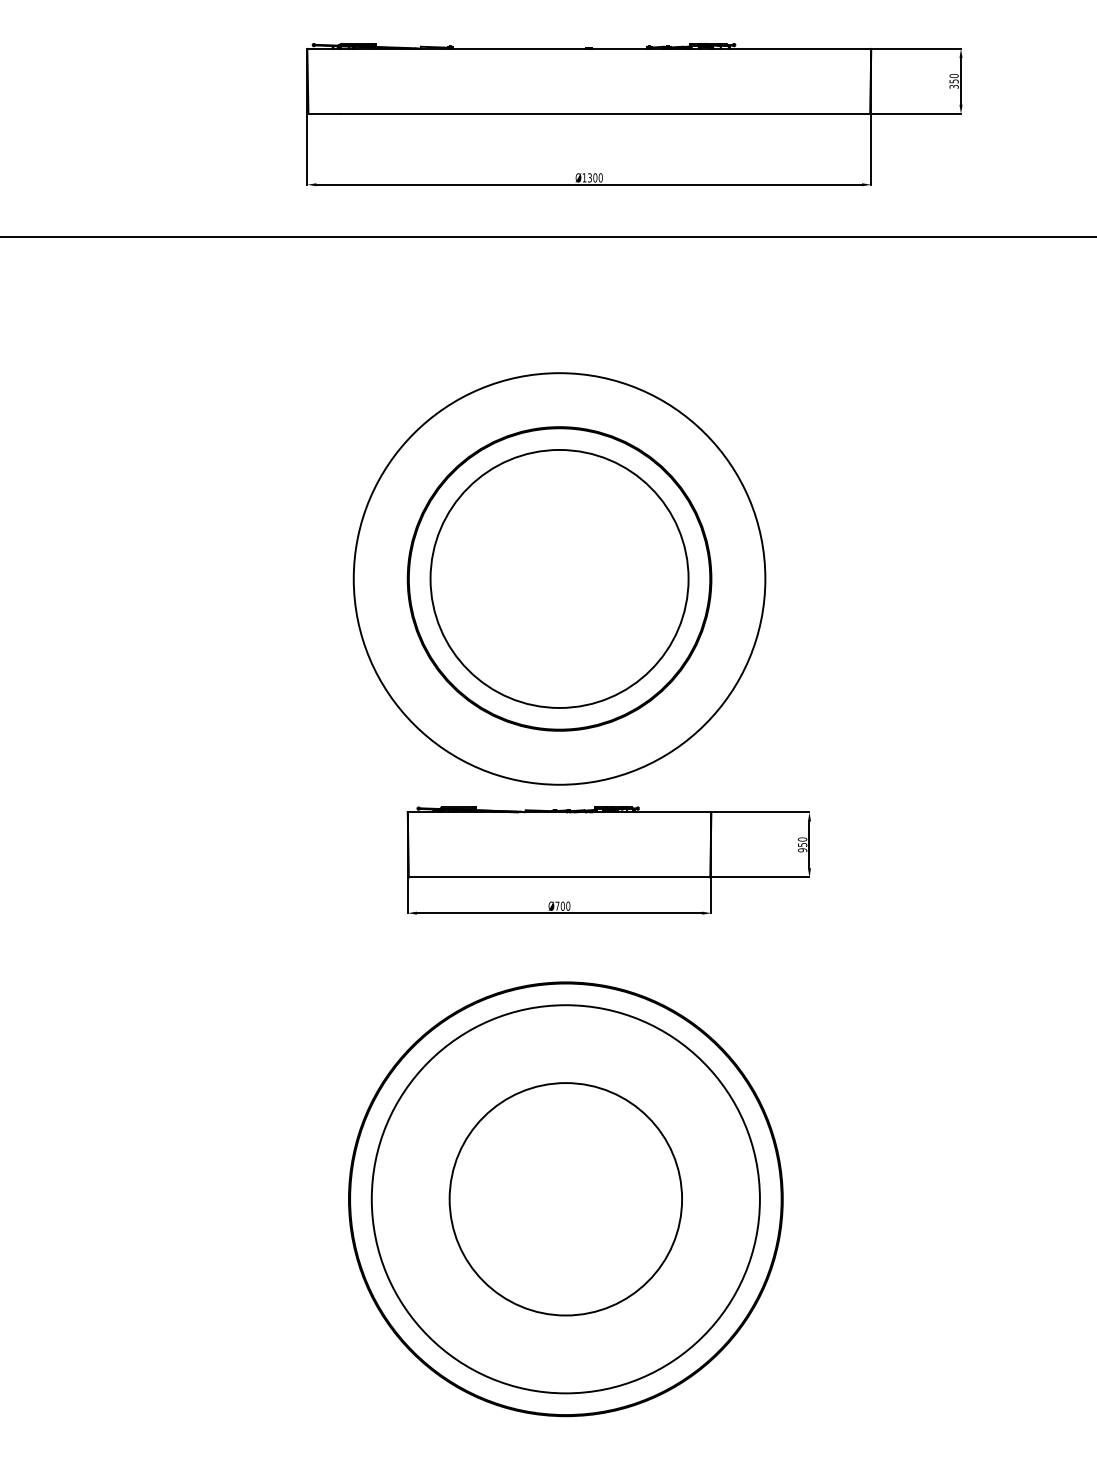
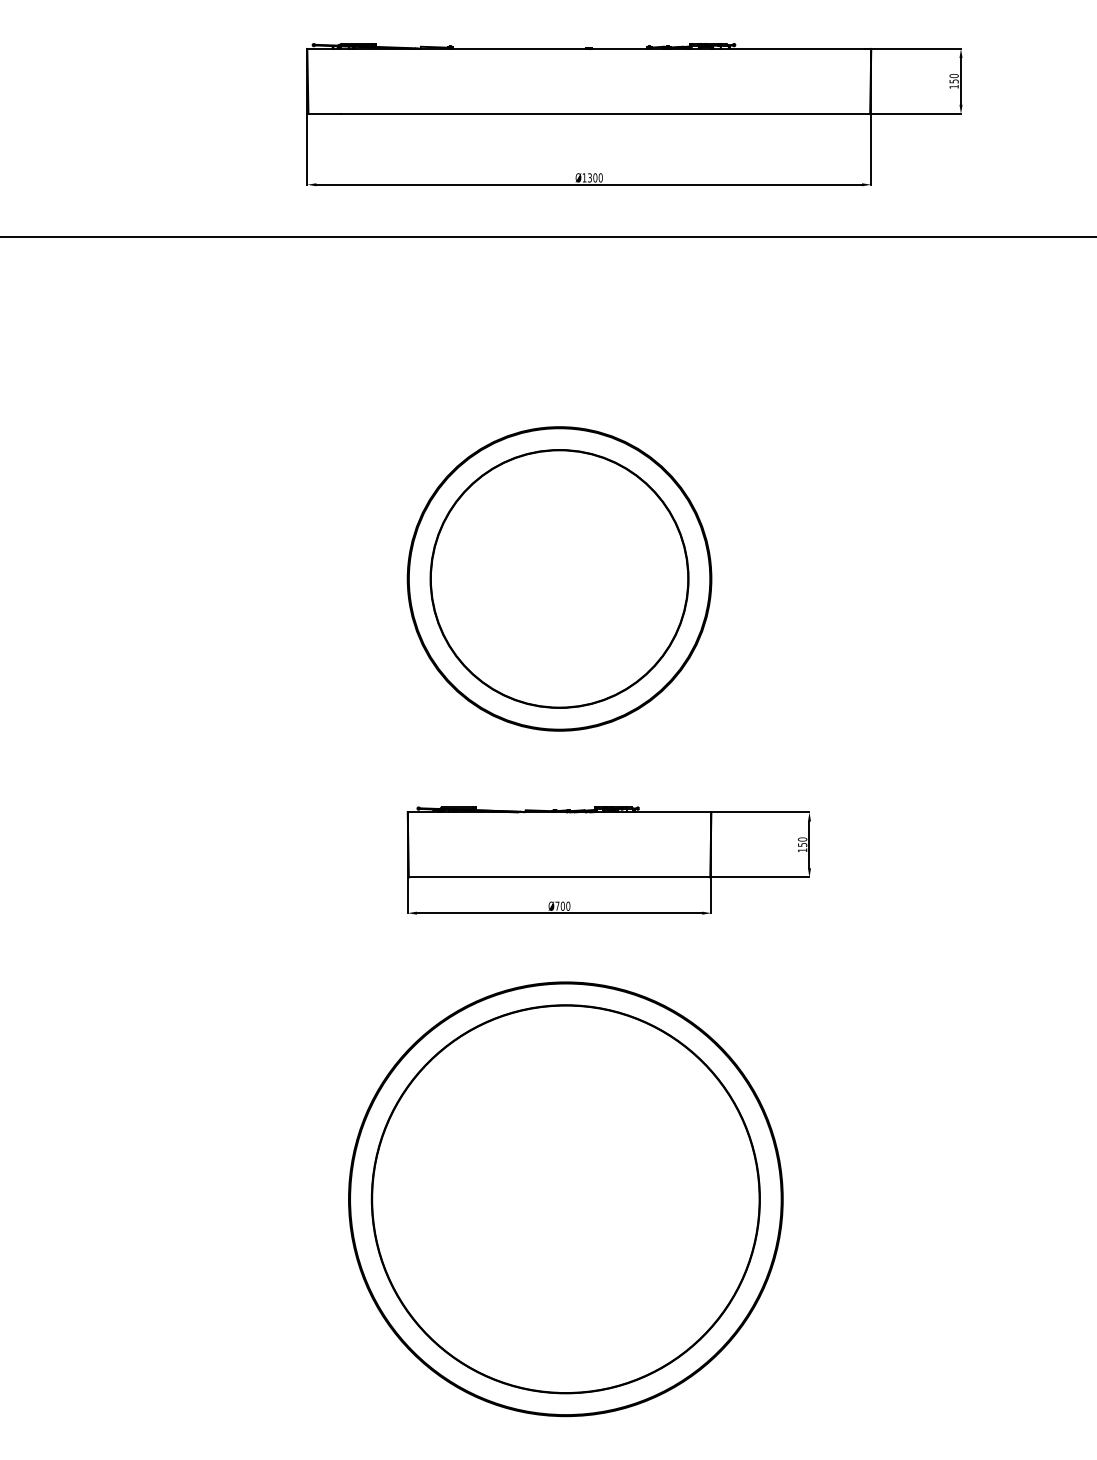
text at (953, 86): 350 -> 150
circle at (559, 578) diameter: 412 px -> 257 px
text at (802, 850): 950 -> 150
circle at (565, 1199) diameter: 232 px -> 387 px
